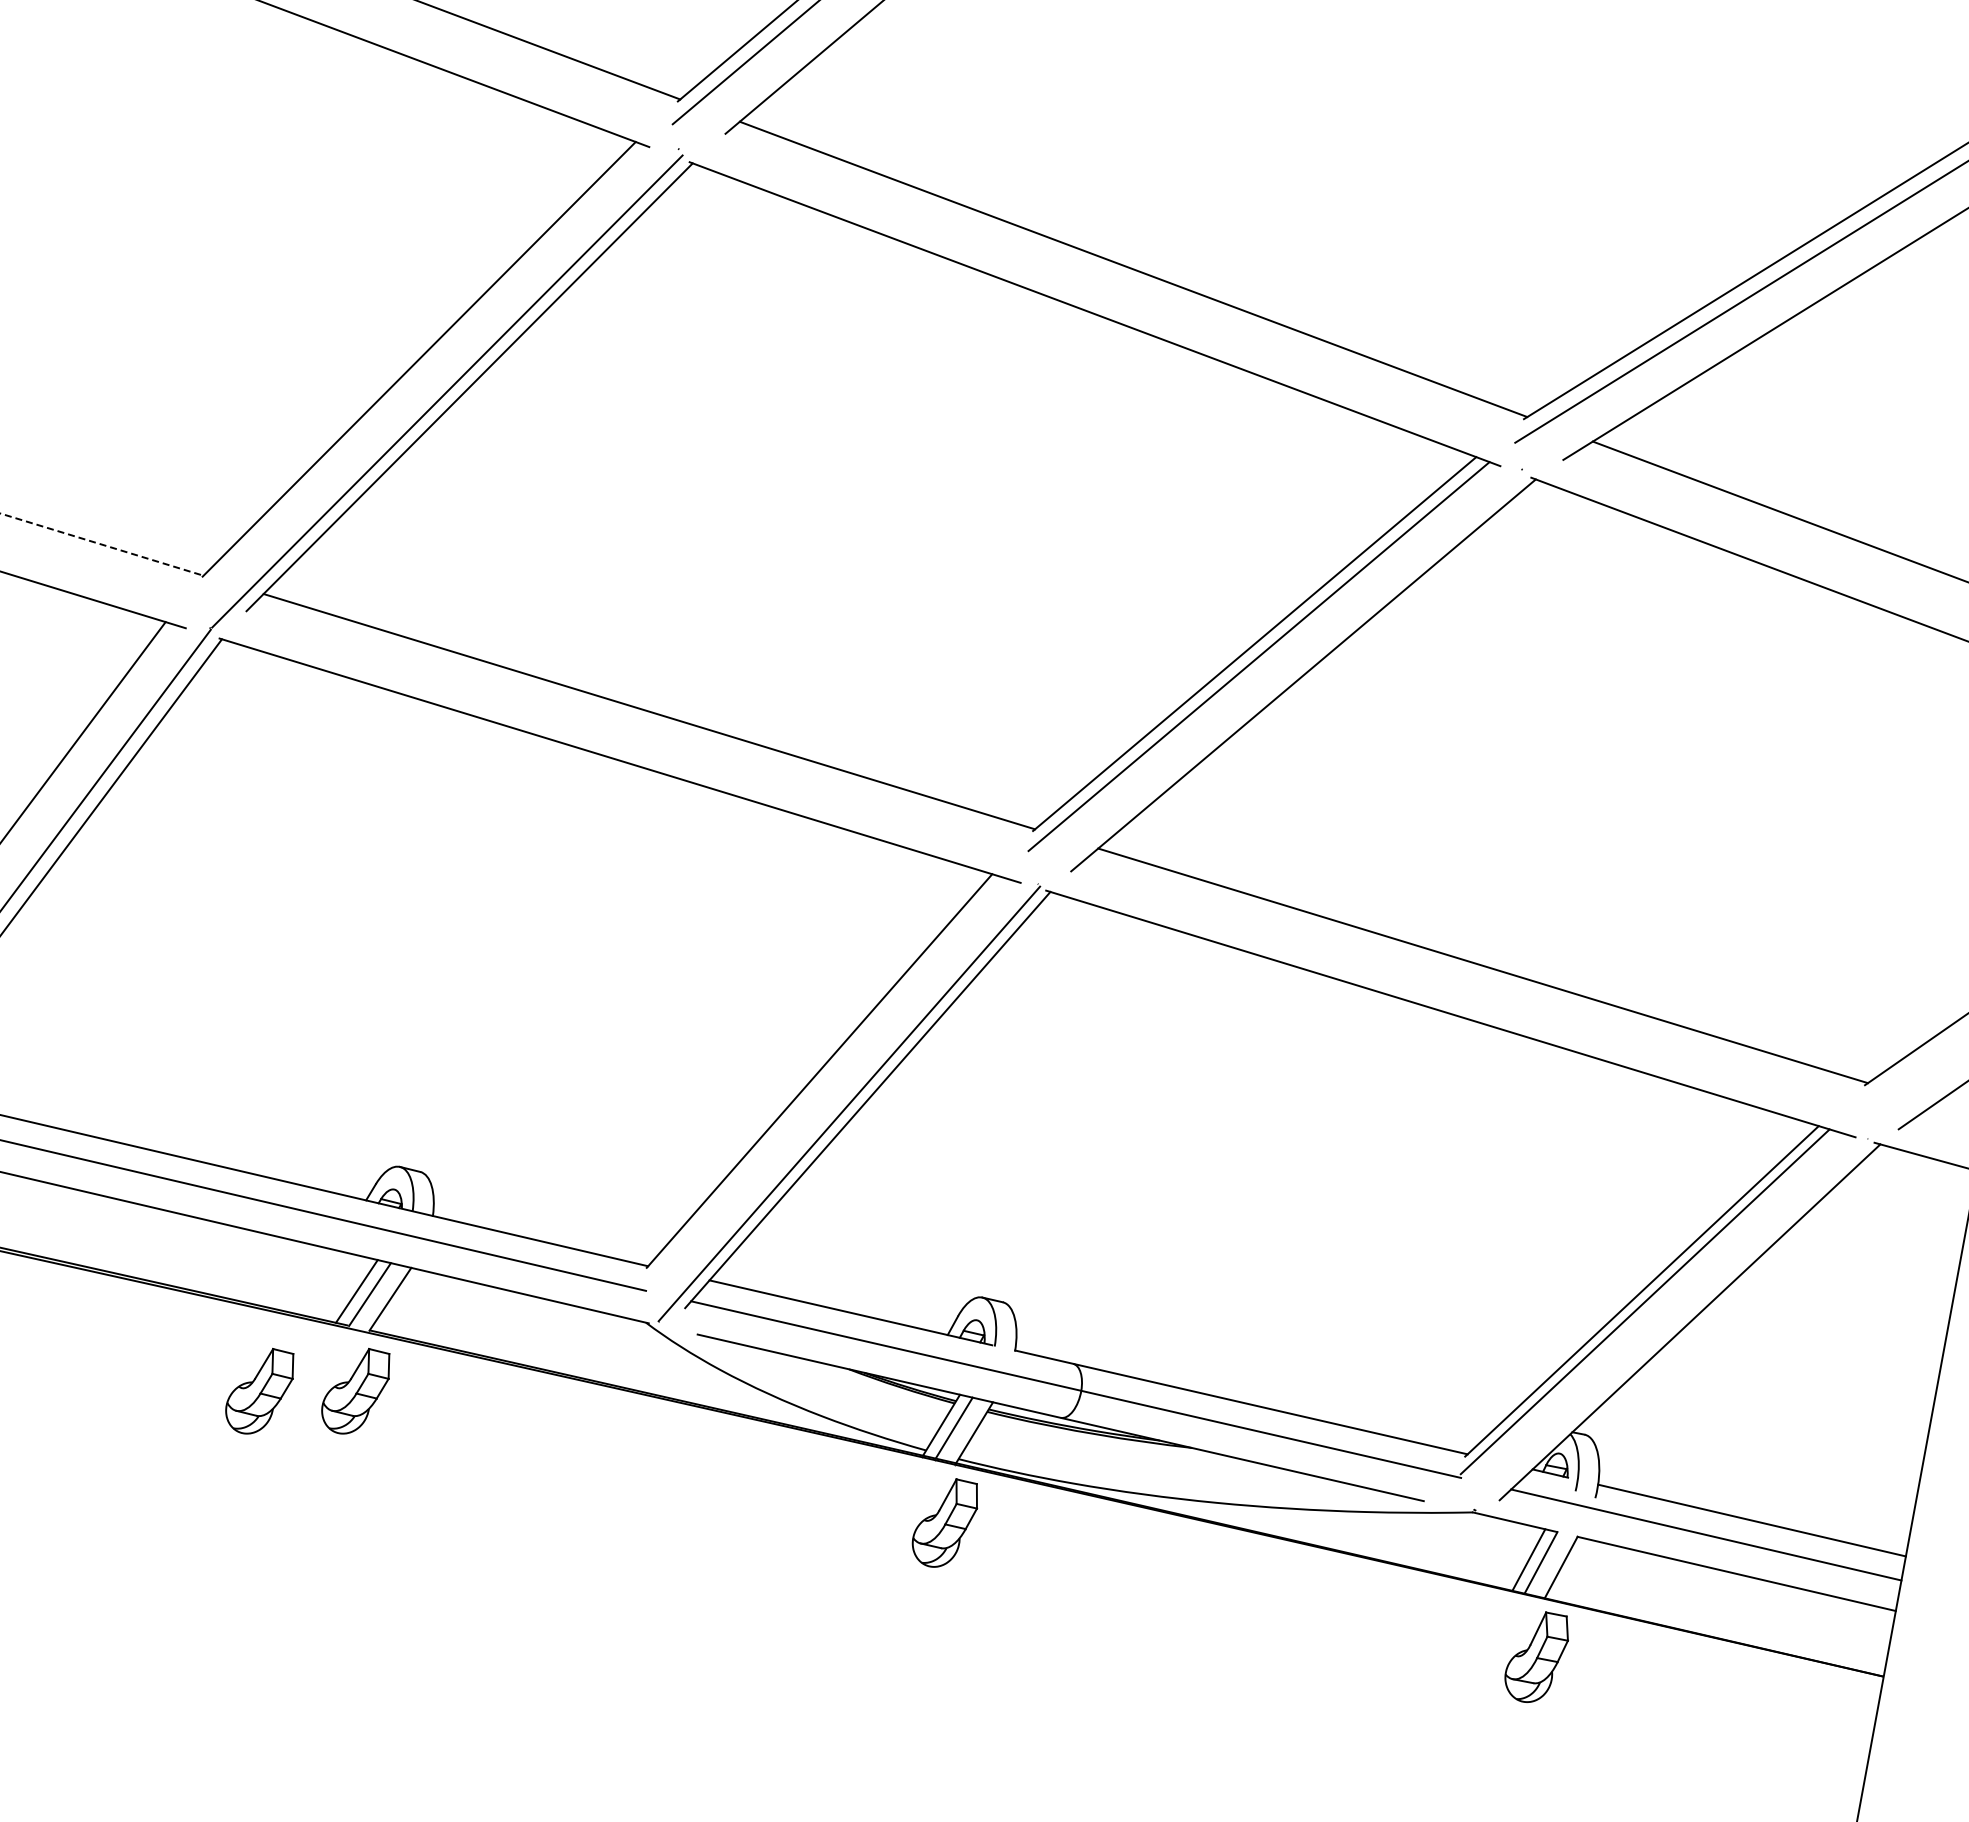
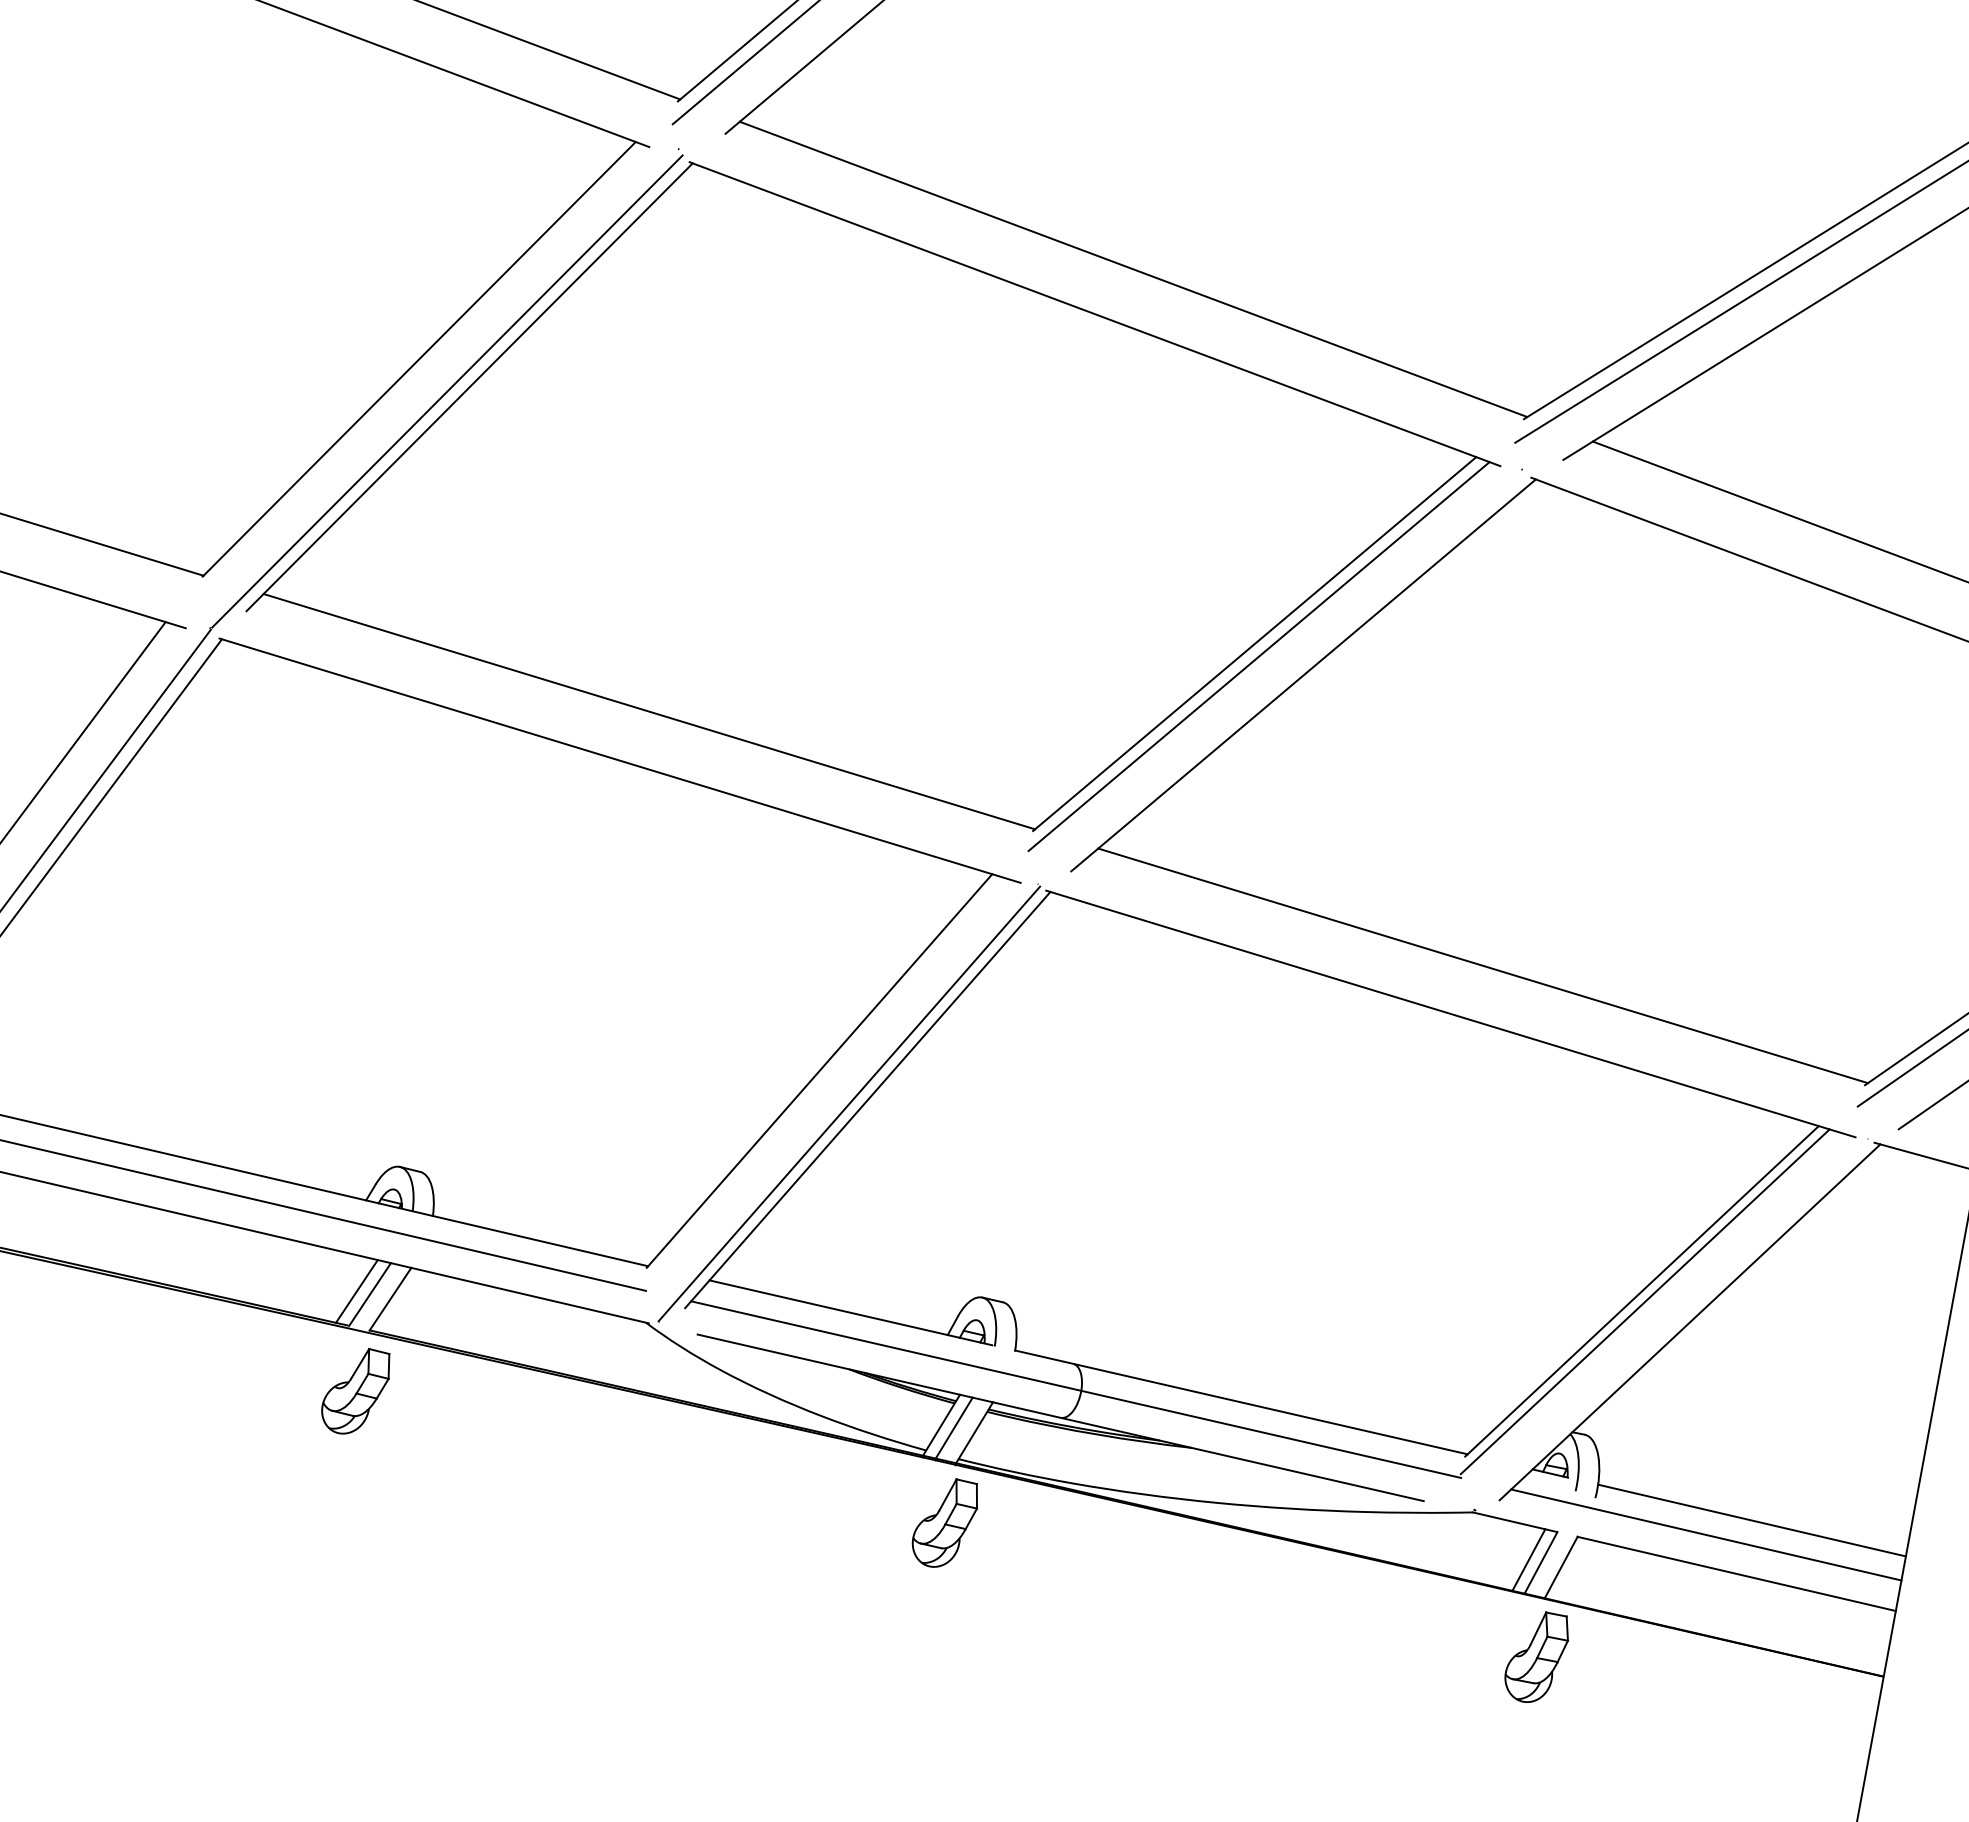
line at (102, 544): dashed -> solid
line at (1911, 1068): none -> present
part at (259, 1390): present -> none
